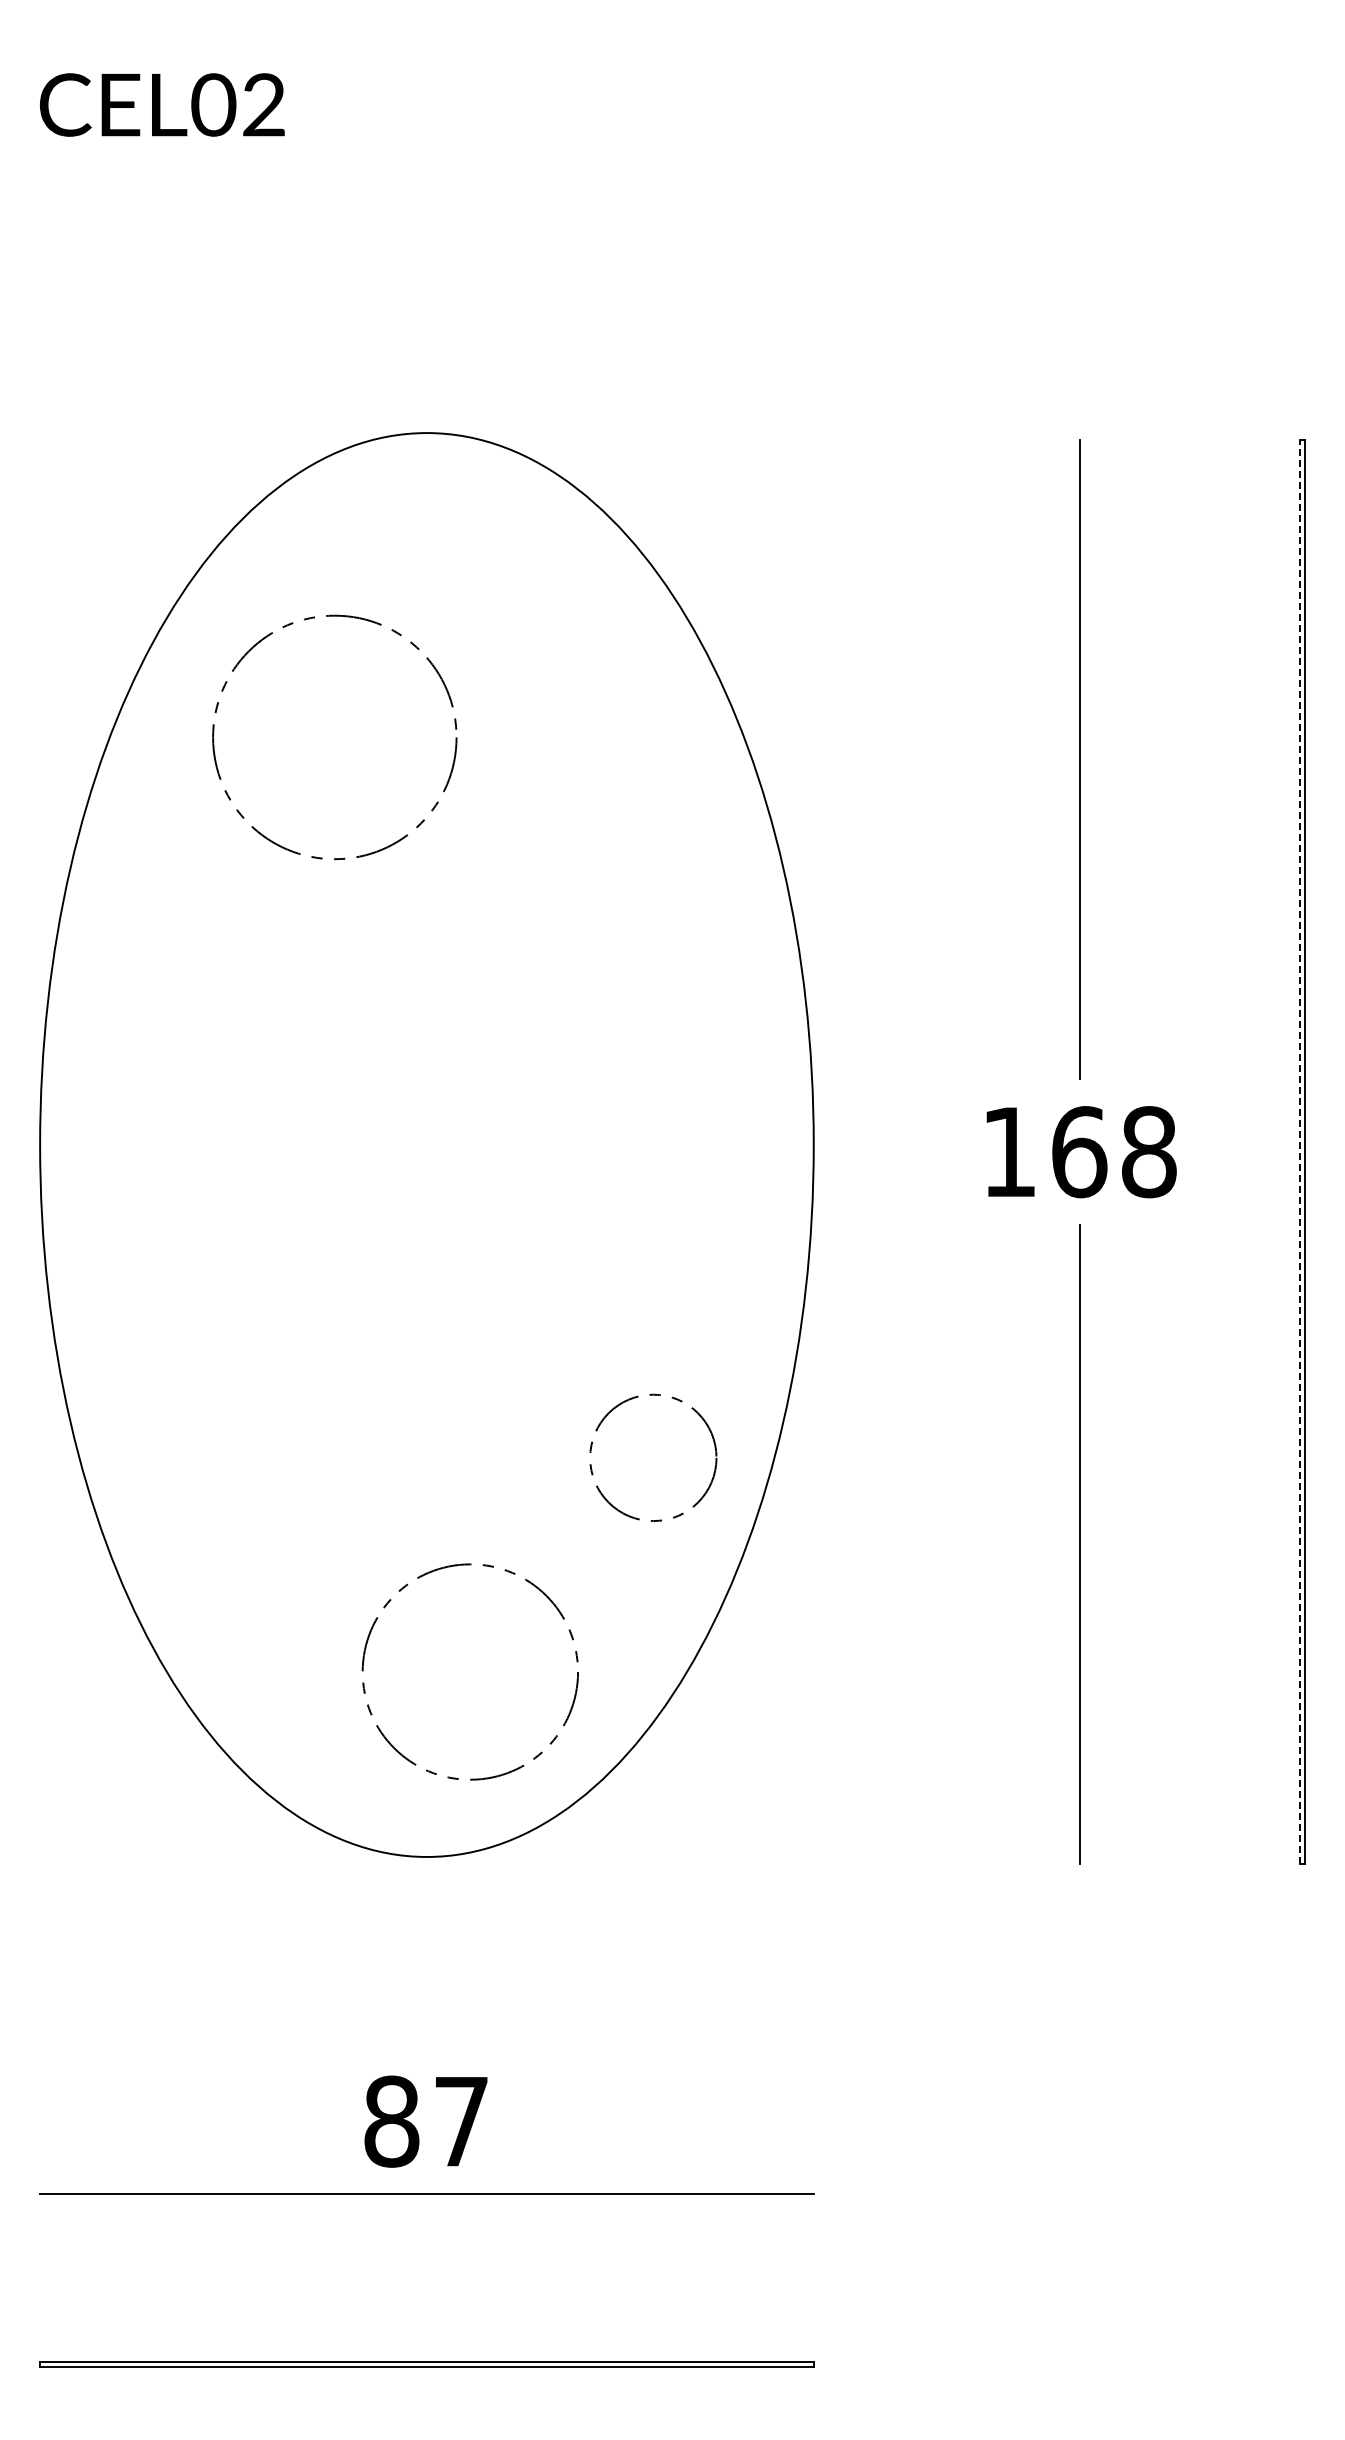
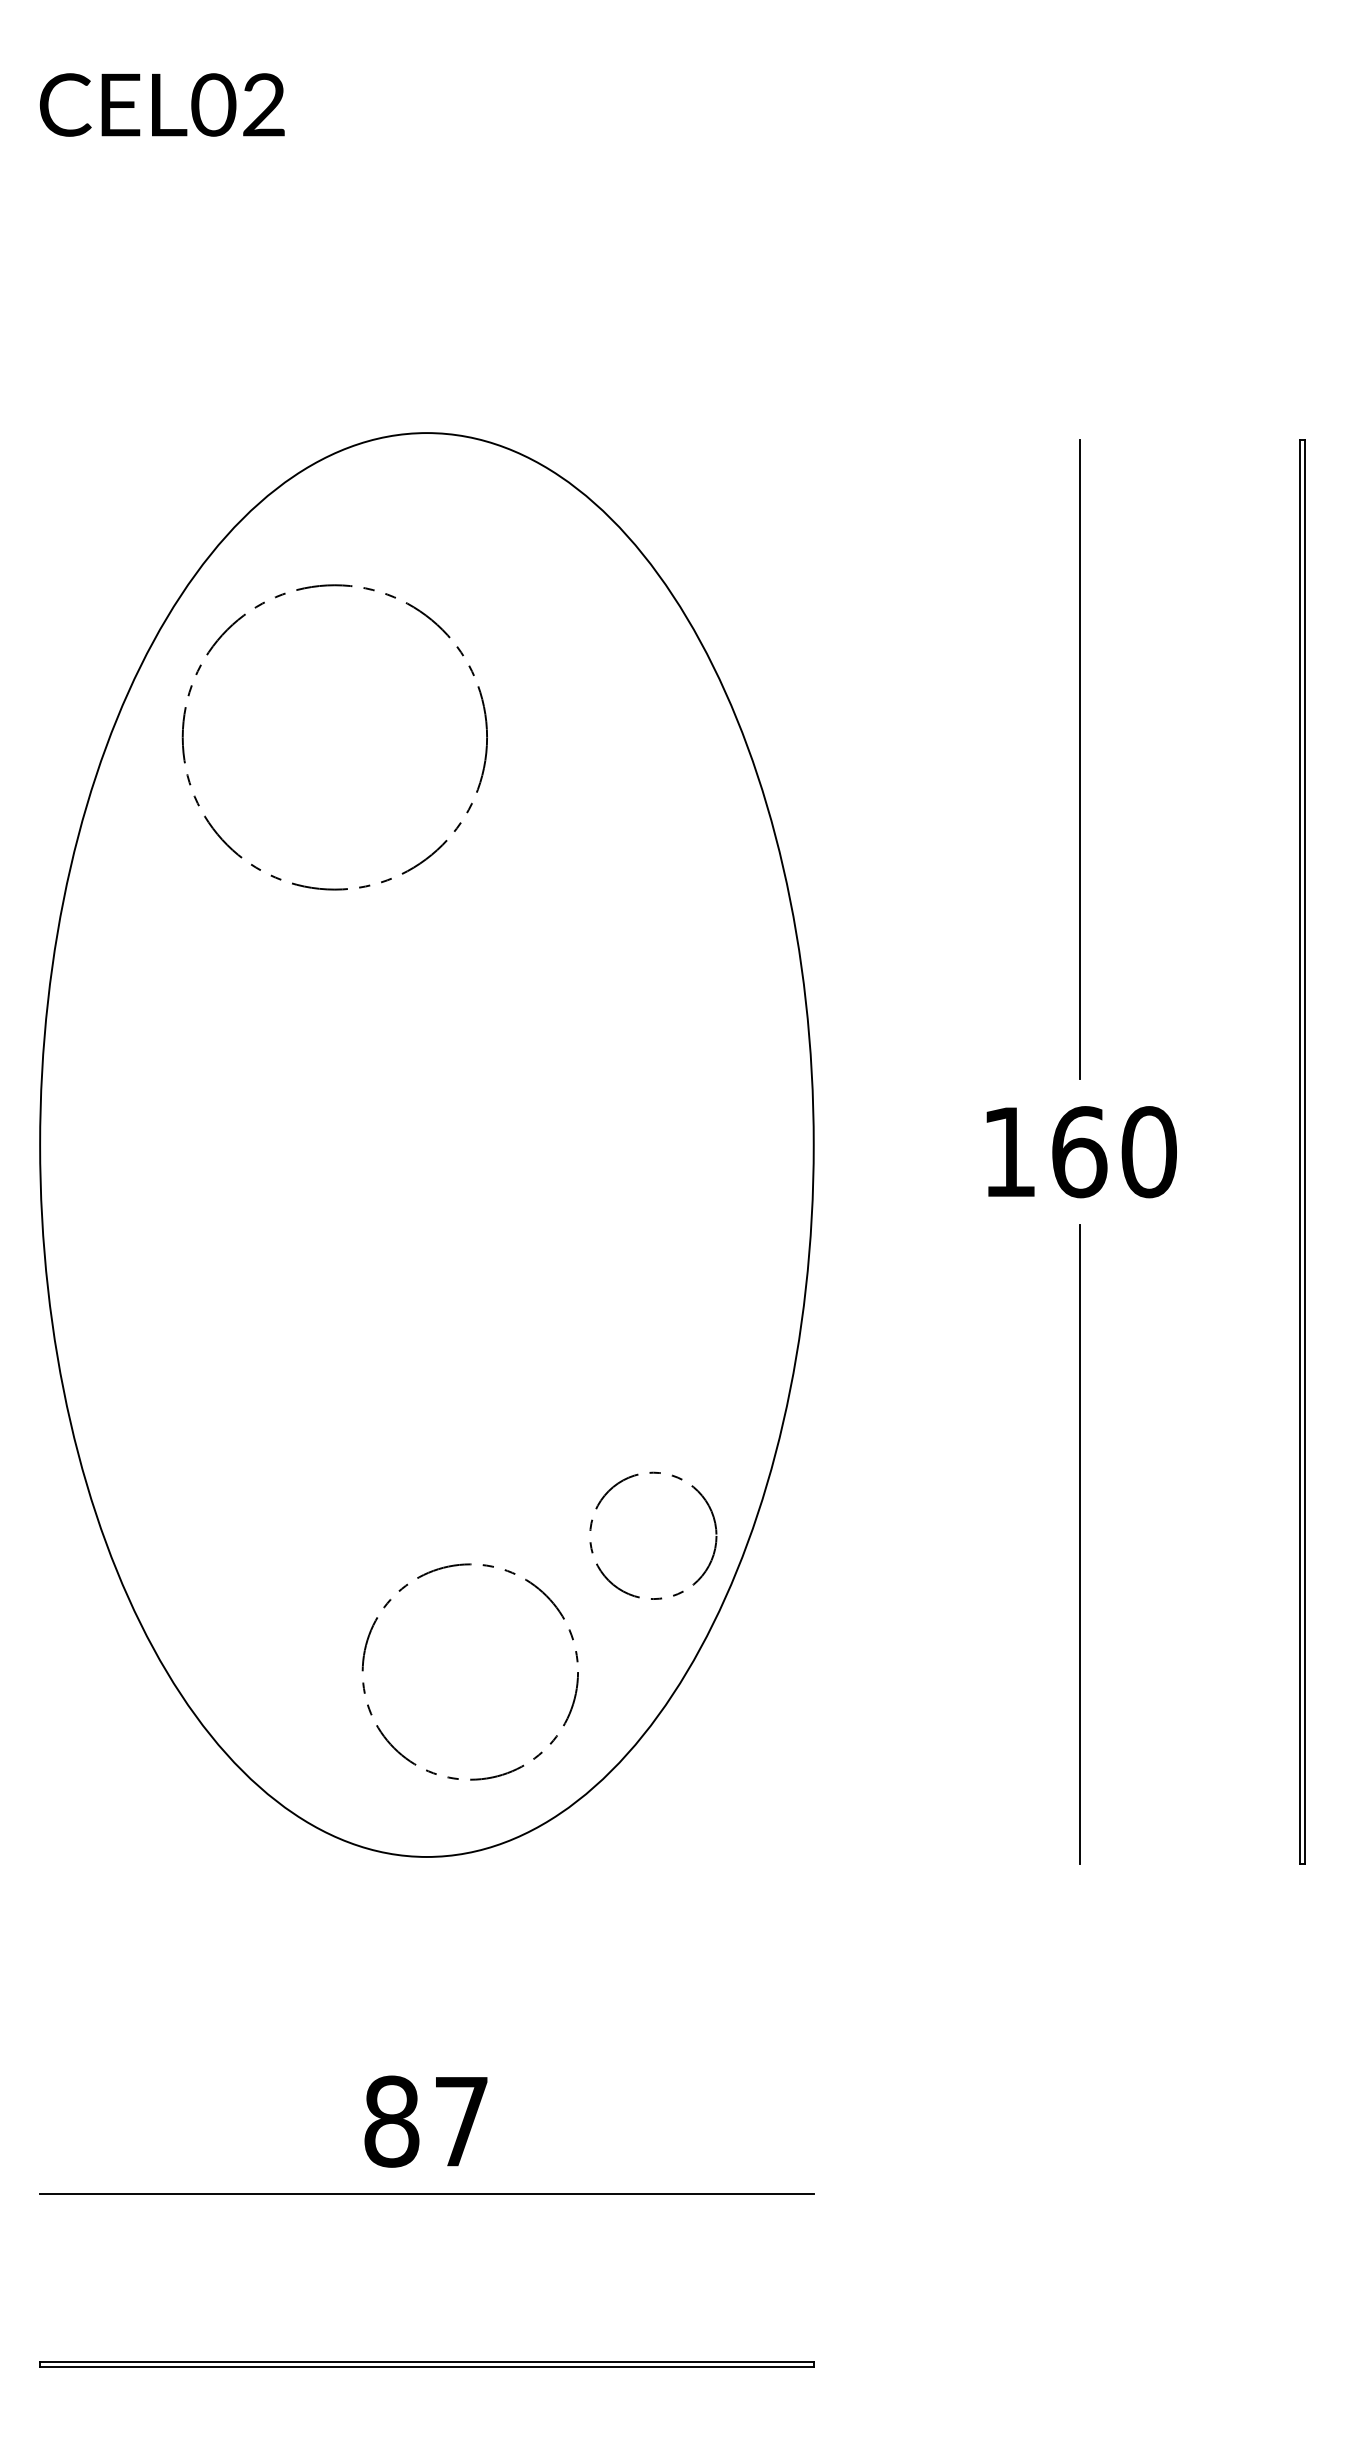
circle at (334, 737) size: 246x247 px -> 307x307 px
text at (1148, 1152): 168 -> 160
line at (1300, 1152): dashed -> solid
circle at (653, 1457) position: (653, 1457) -> (653, 1535)
